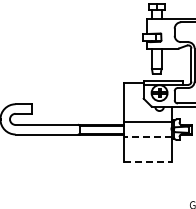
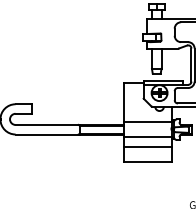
line at (147, 137): dashed -> solid
line at (147, 147): none -> present
line at (147, 162): dashed -> solid
